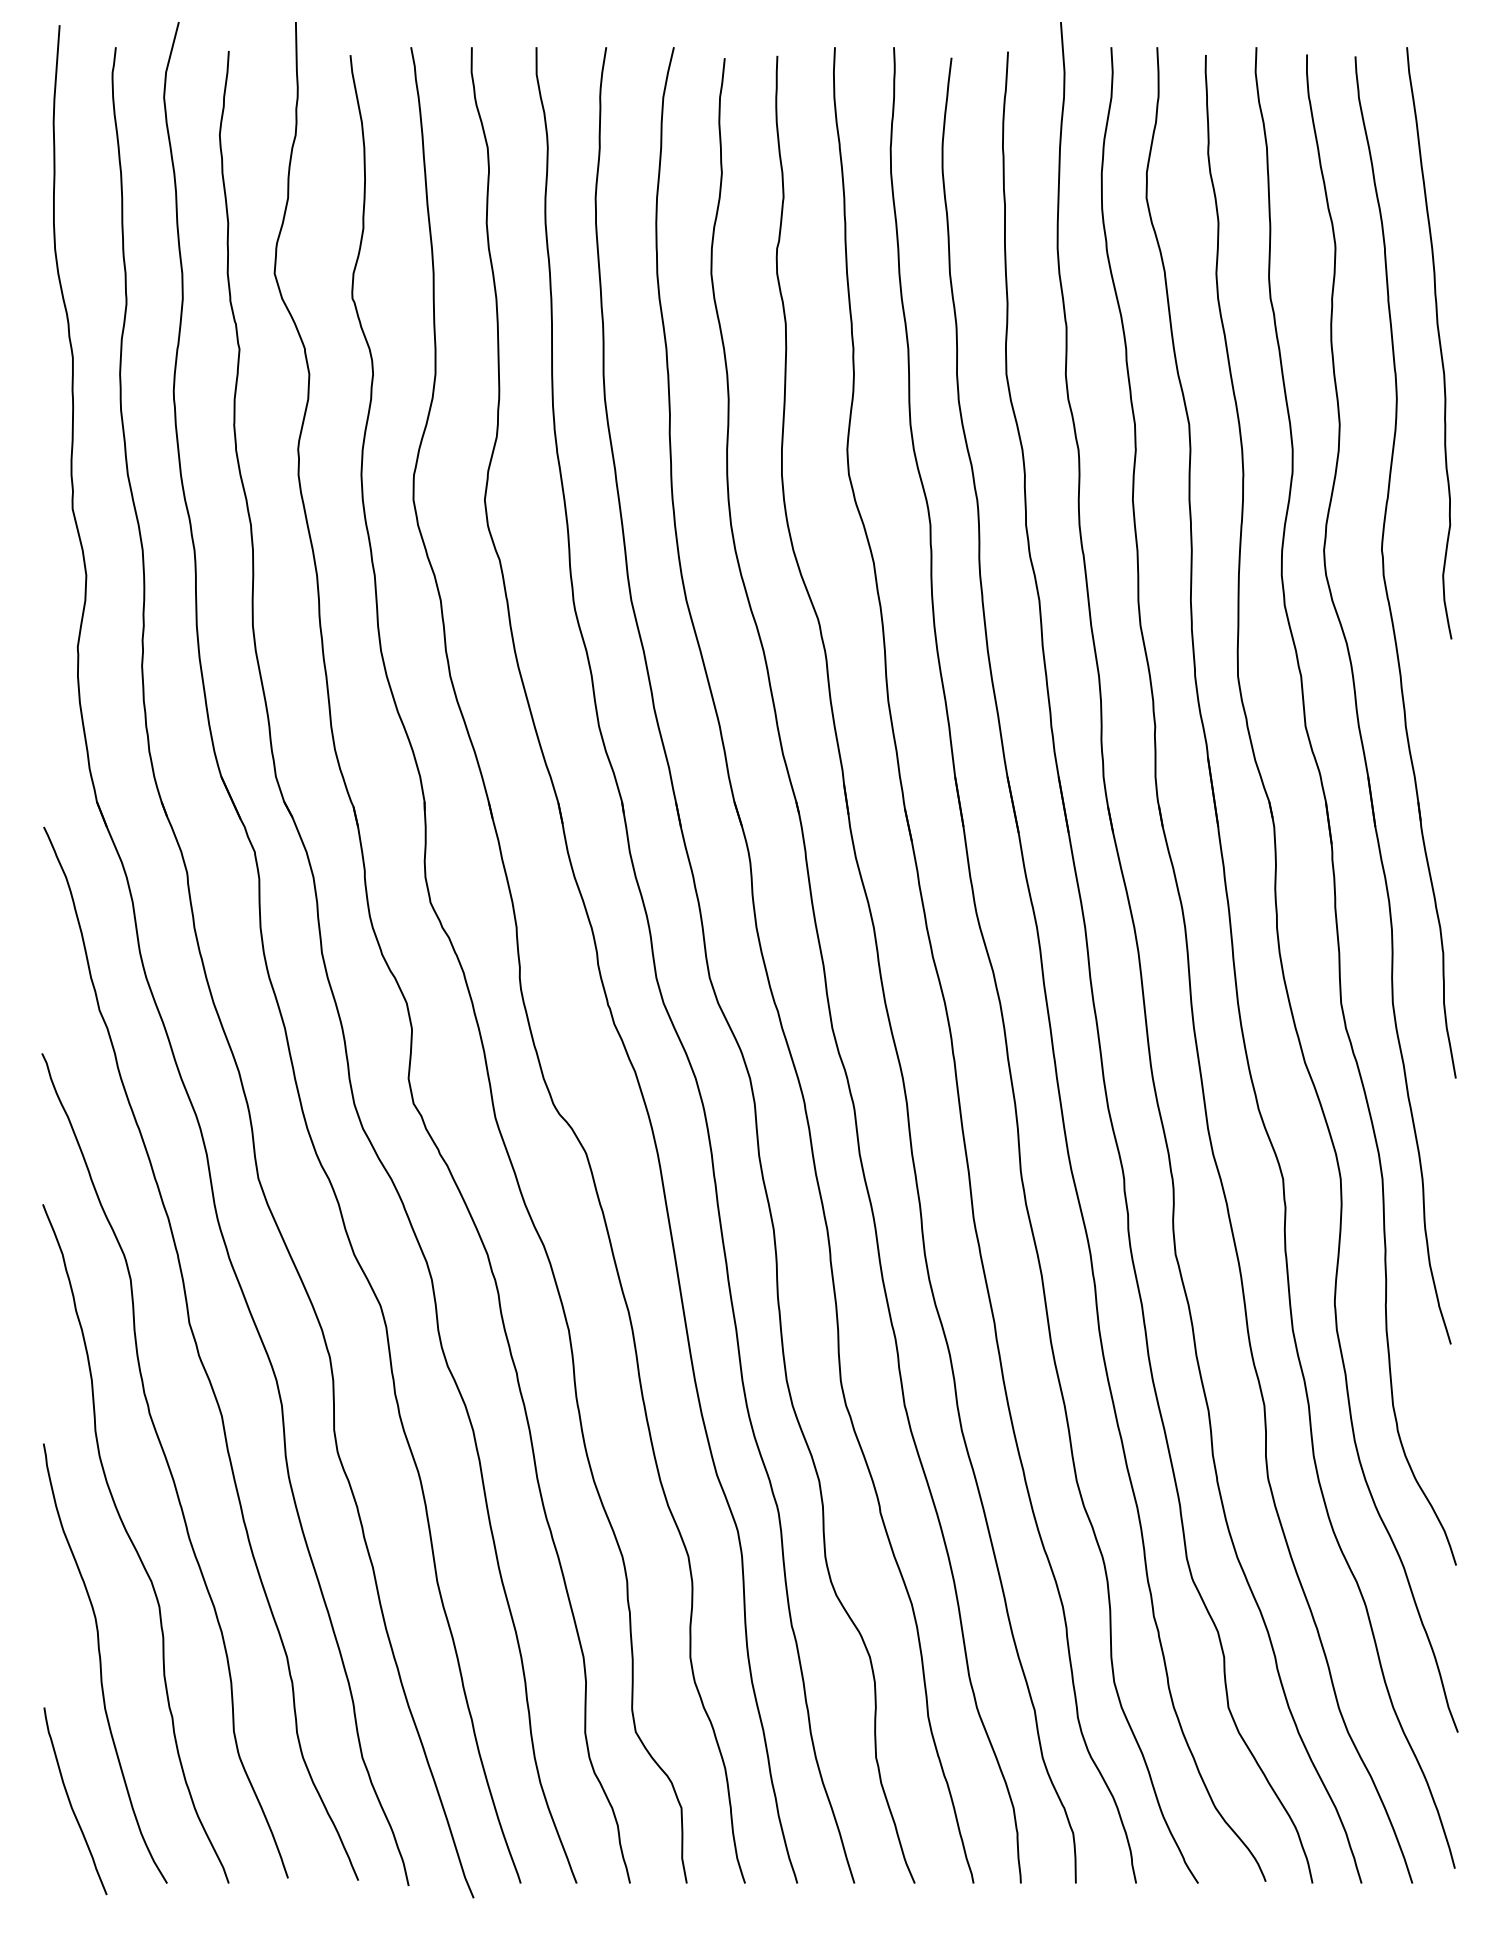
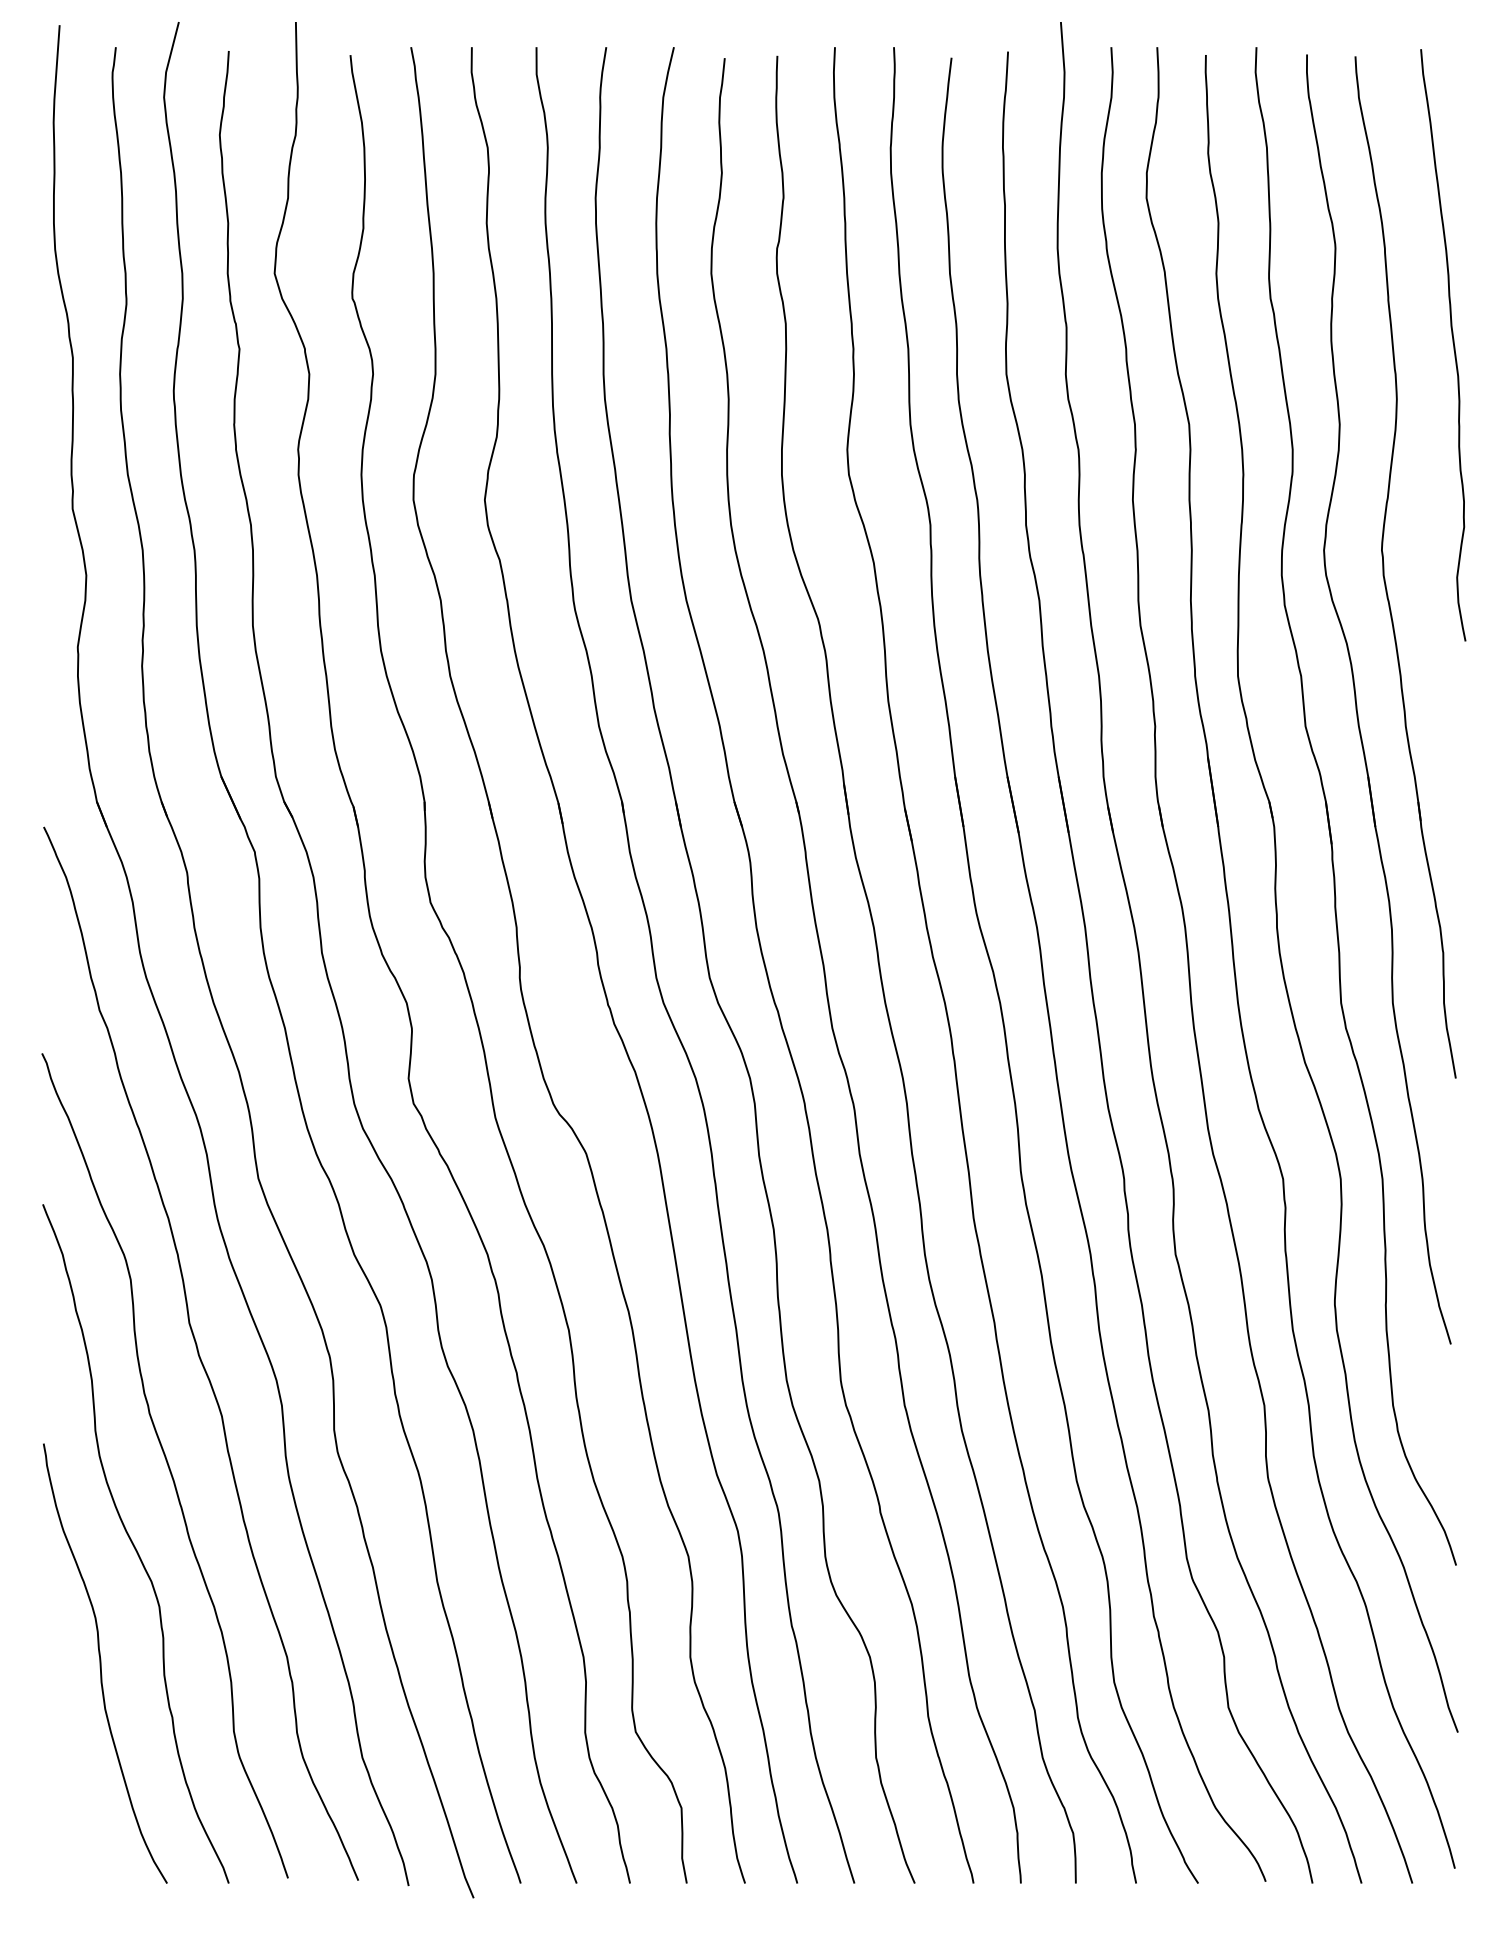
curve at (1438, 341) position: (1438, 341) -> (1452, 343)
curve at (71, 1803): present -> none
